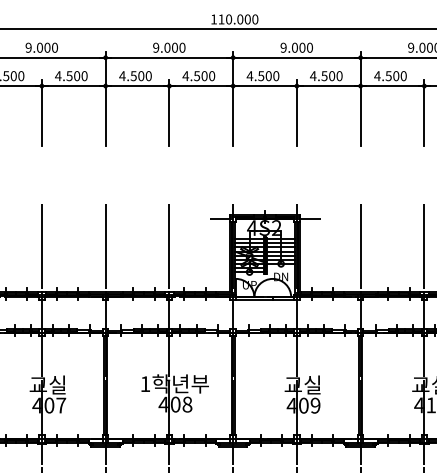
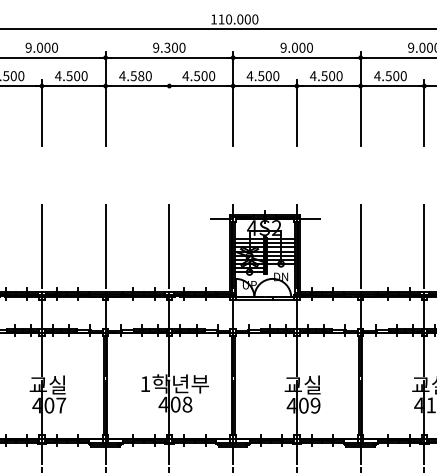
text at (167, 47): 9.000 -> 9.300
text at (141, 76): 4.500 -> 4.580
line at (169, 113): present -> none
